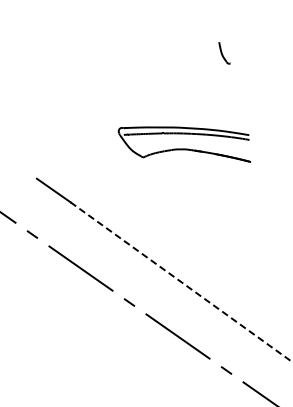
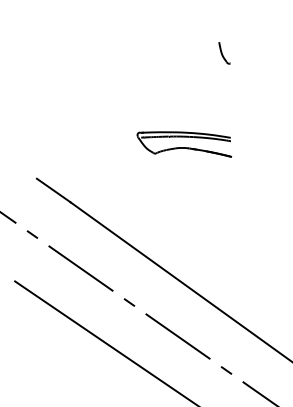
part at (184, 144) size: 135x37 px -> 97x27 px
line at (181, 282): dashed -> solid
line at (104, 342): none -> present
